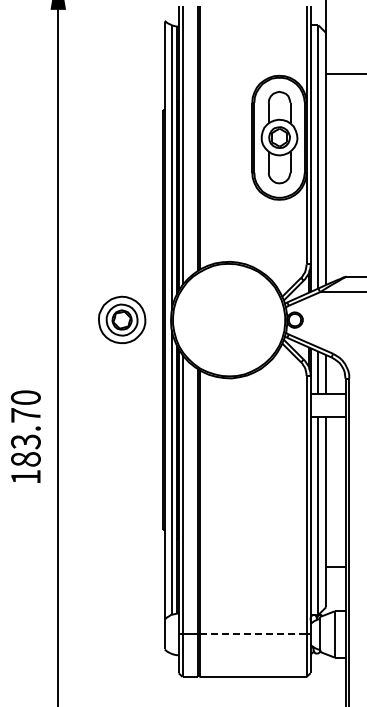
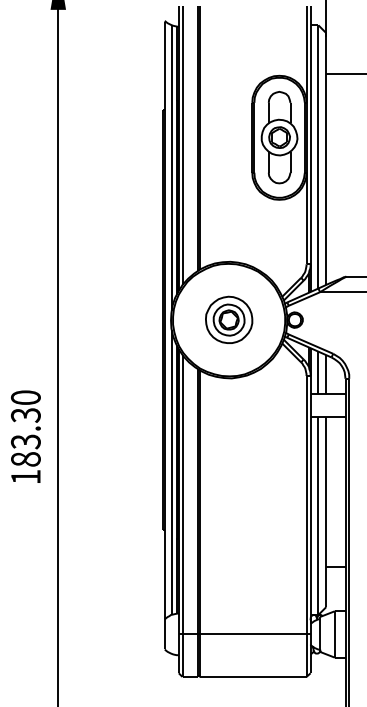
part at (122, 319) position: (122, 319) -> (229, 319)
text at (25, 415): 183.70 -> 183.30
line at (253, 634): dashed -> solid
